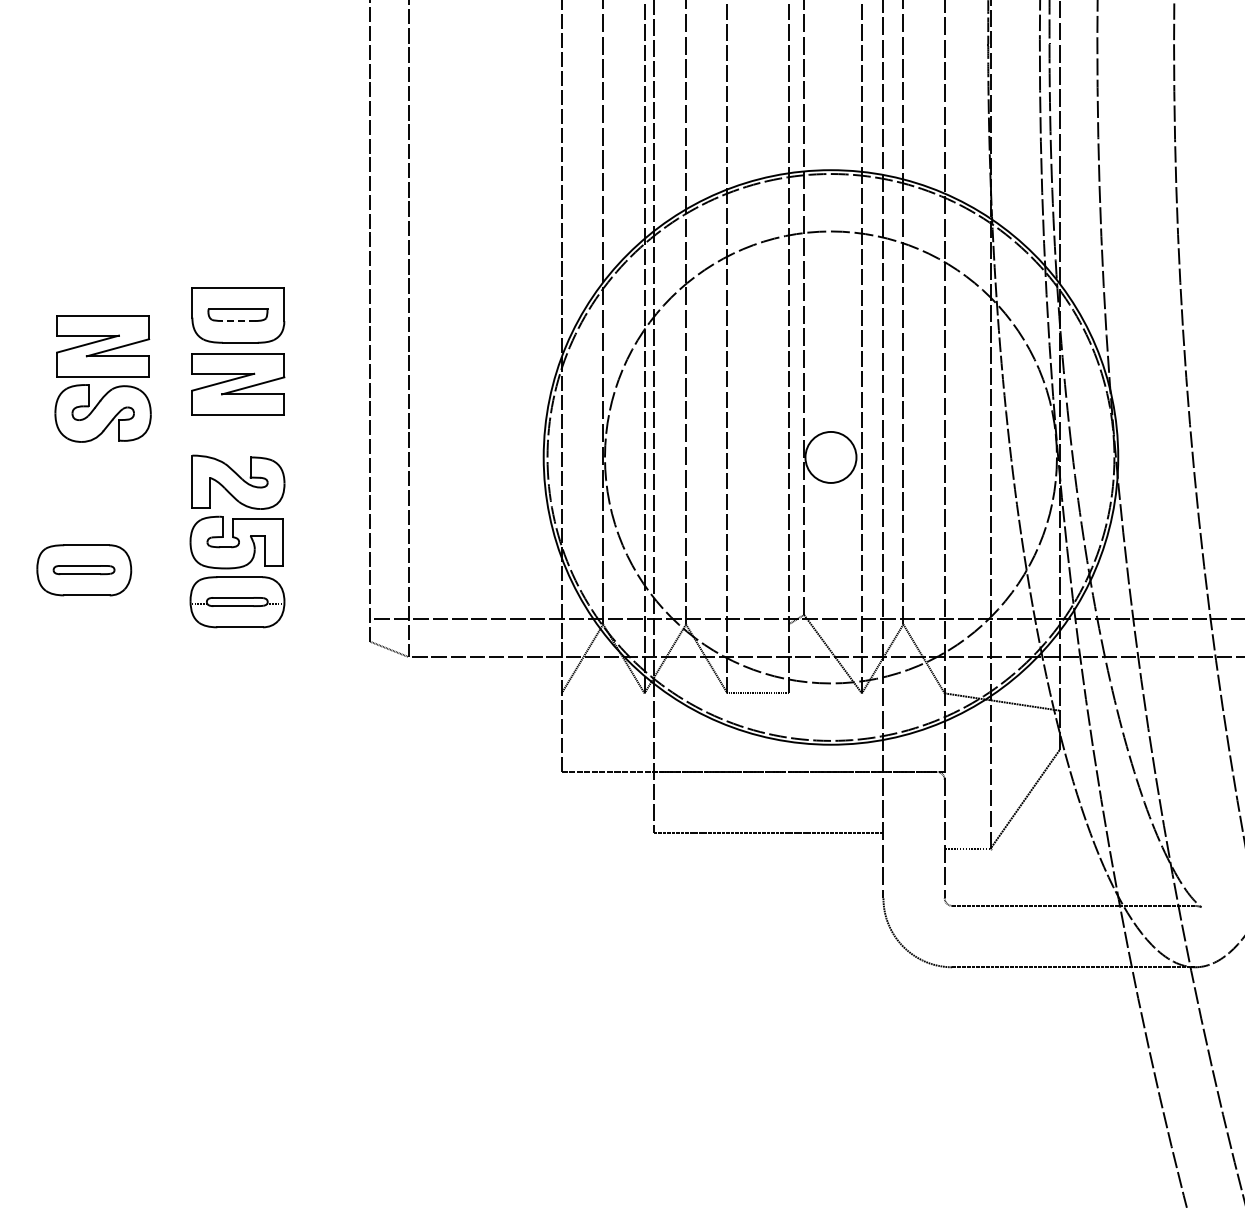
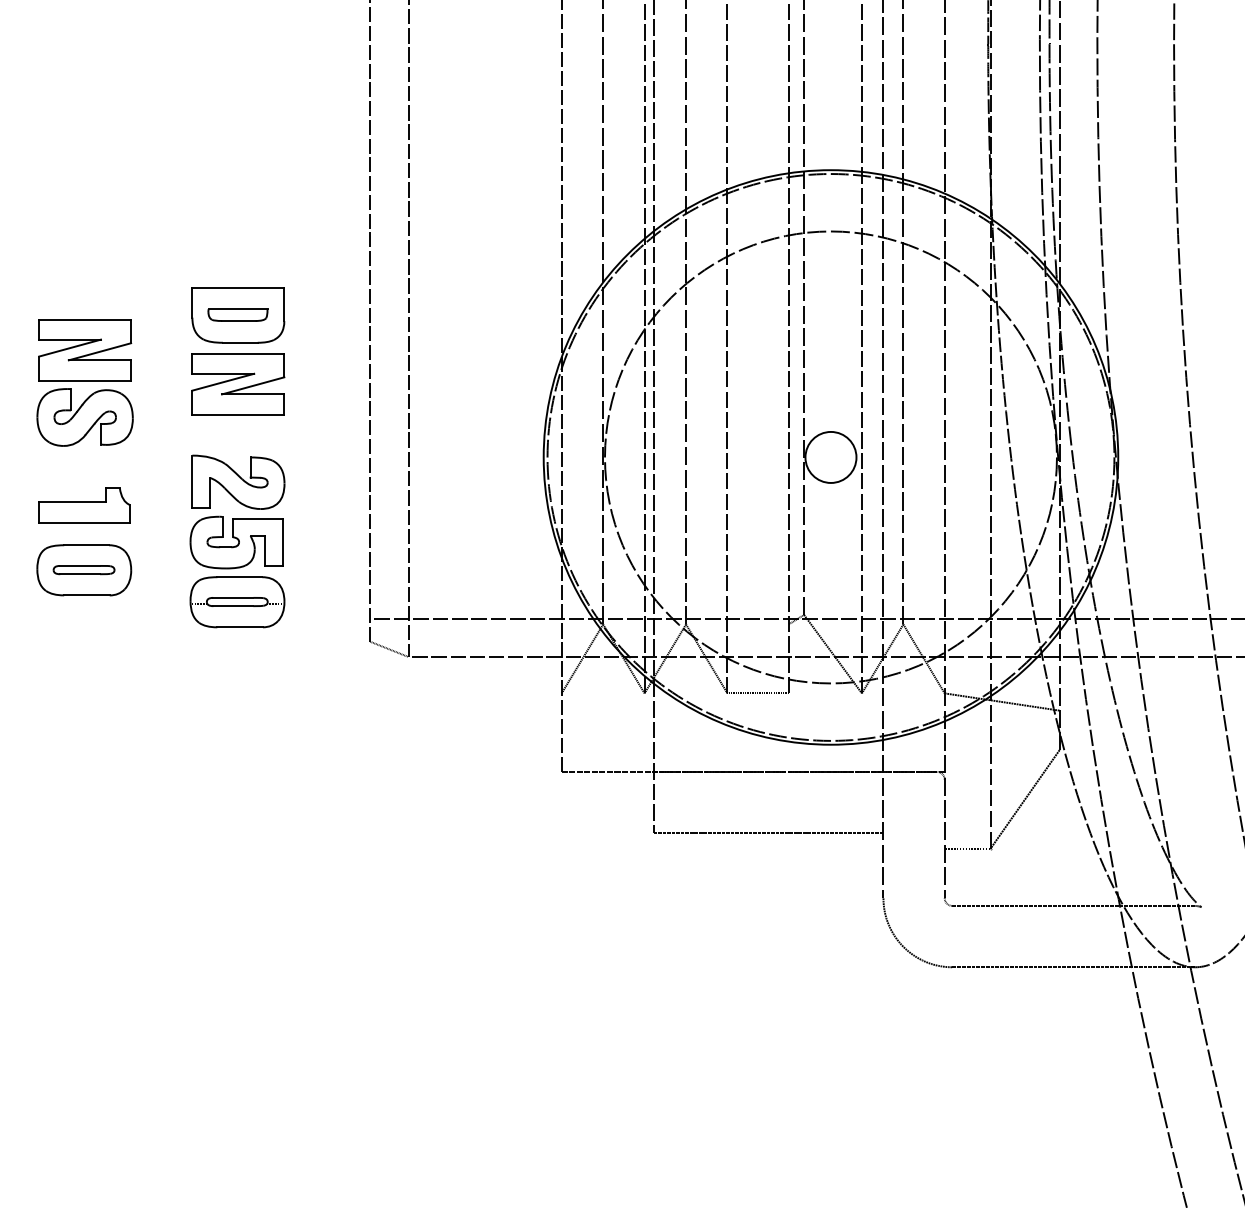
line at (238, 320): dashed -> solid
part at (102, 378) position: (102, 378) -> (84, 382)
part at (84, 505): none -> present
